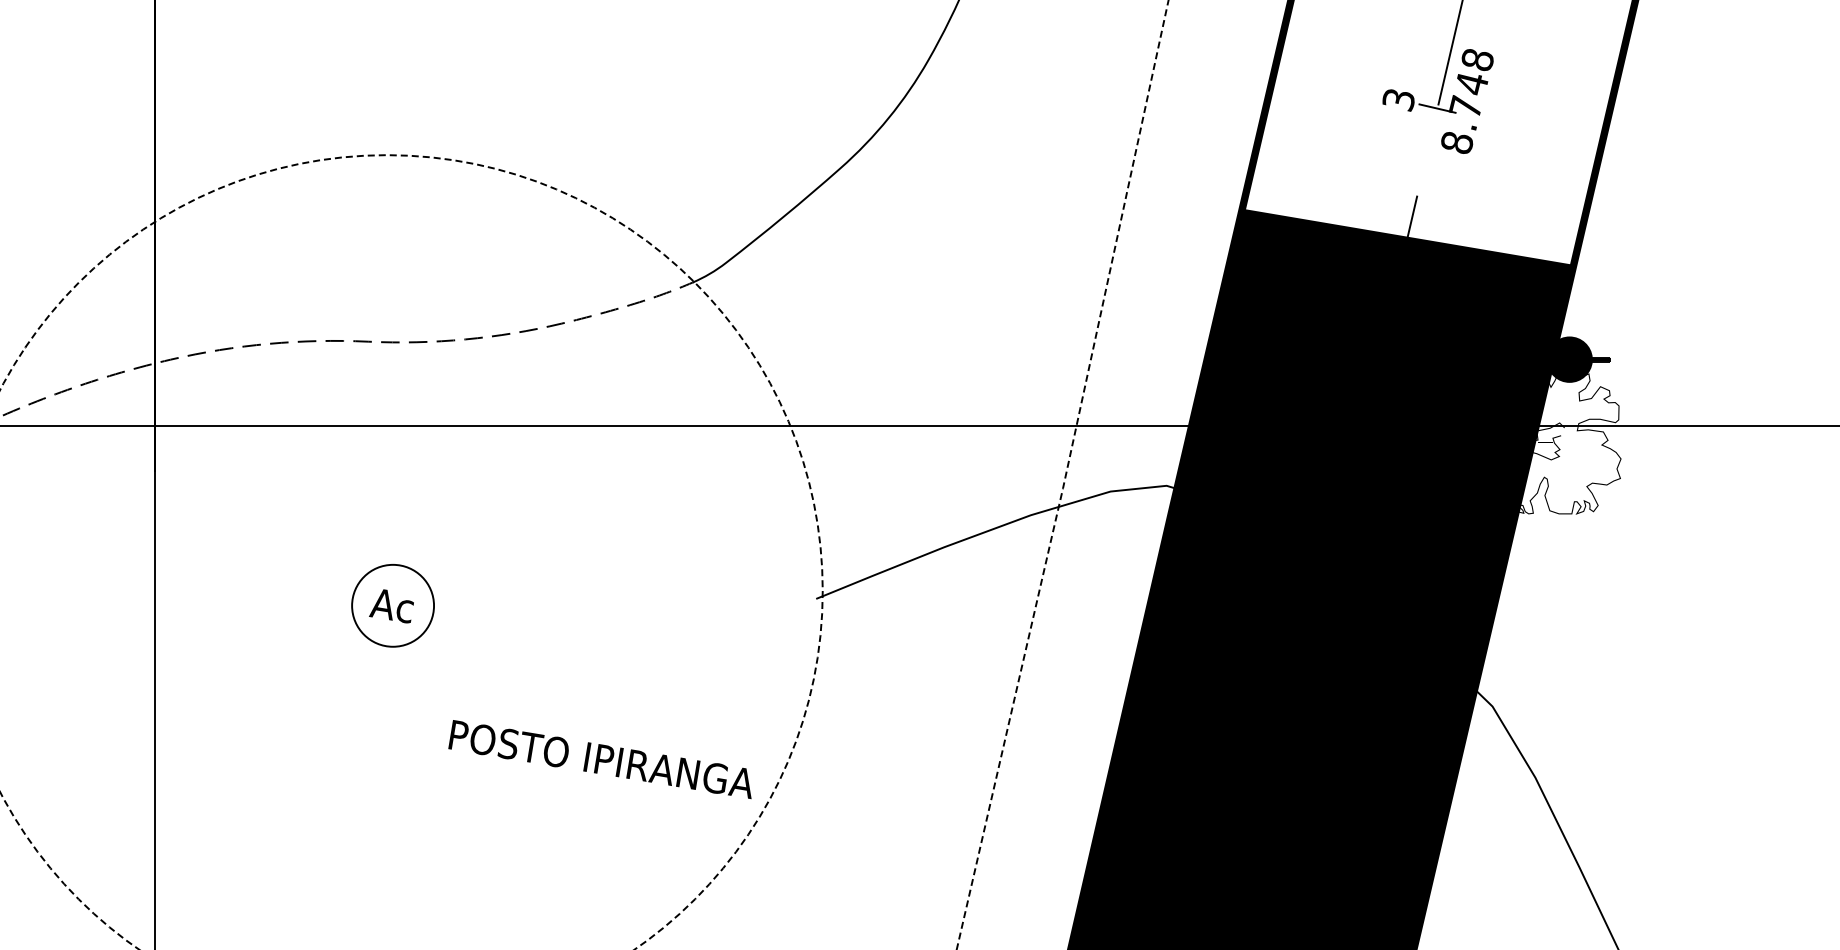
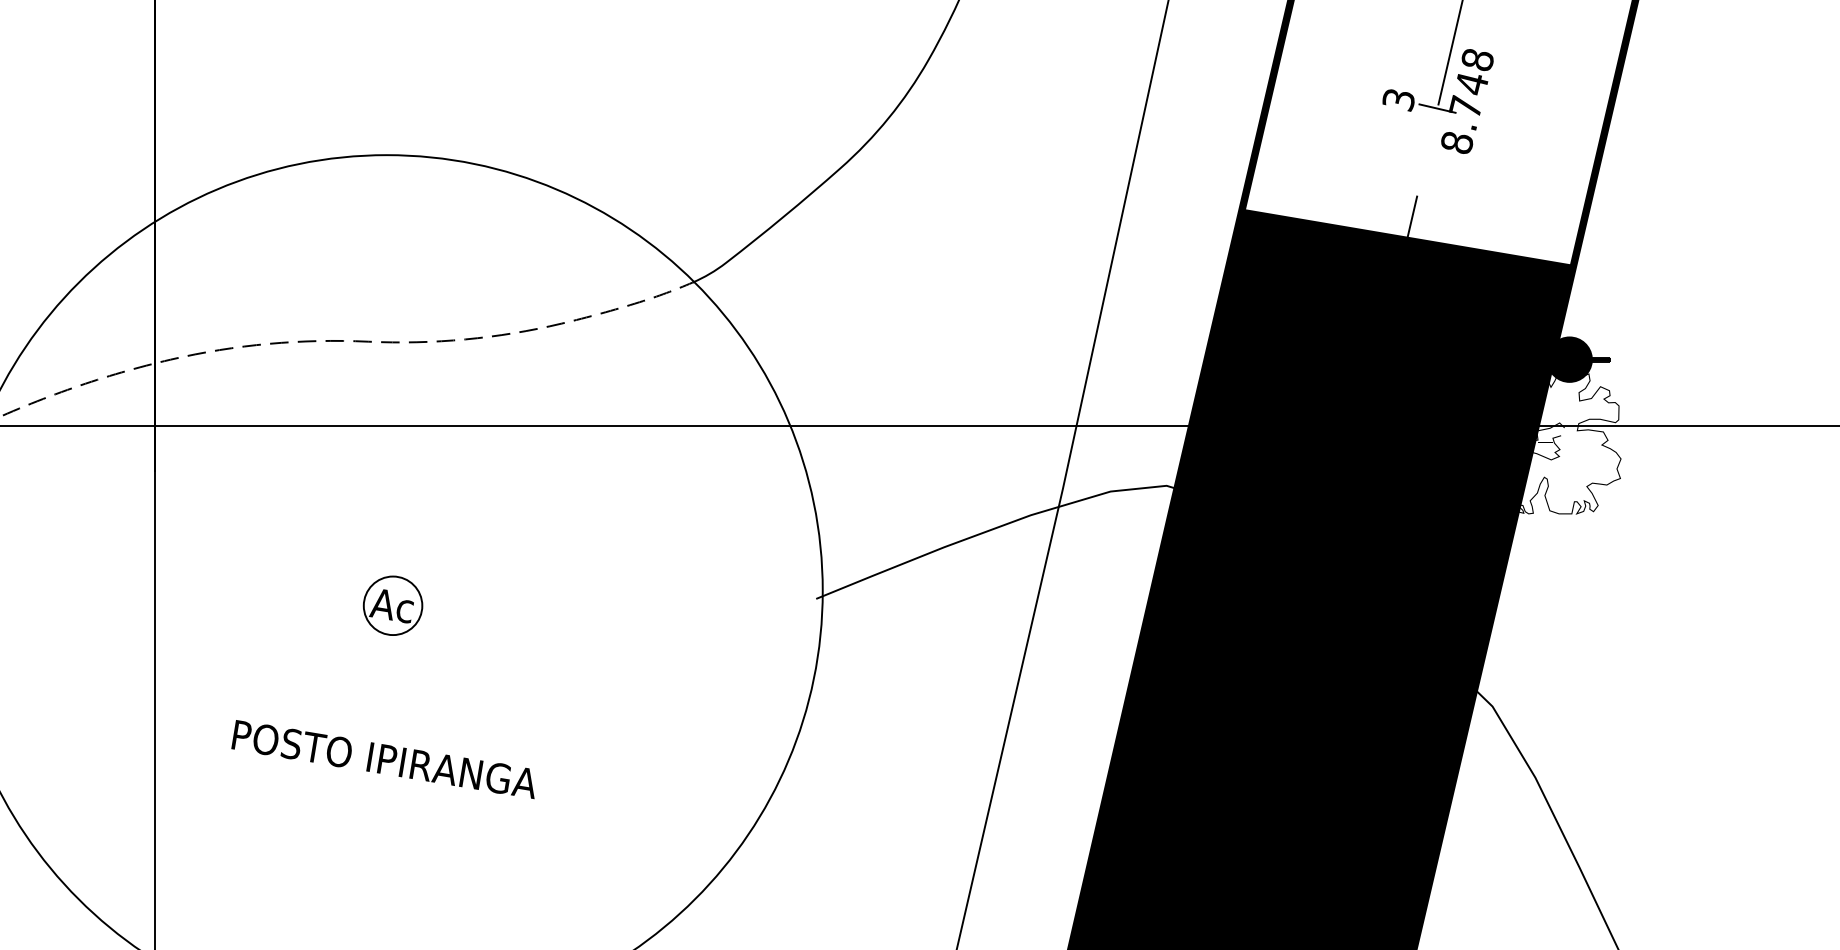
line at (1065, 475): dashed -> solid
circle at (411, 552): dashed -> solid
circle at (393, 605) diameter: 82 px -> 59 px
text at (599, 759) position: (599, 759) -> (382, 759)
